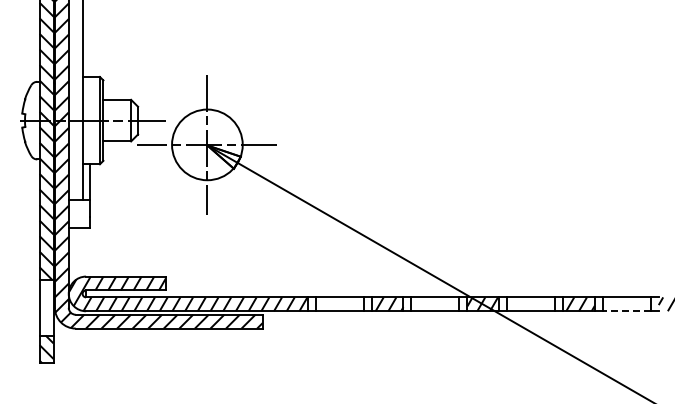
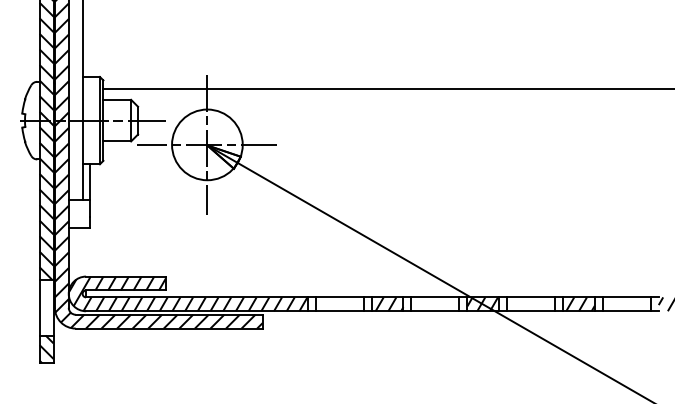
line at (387, 89): none -> present
line at (626, 311): dashed -> solid
